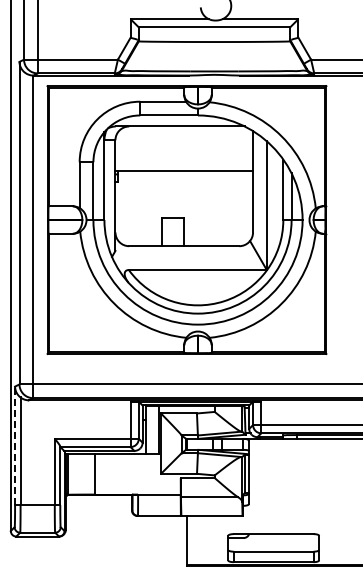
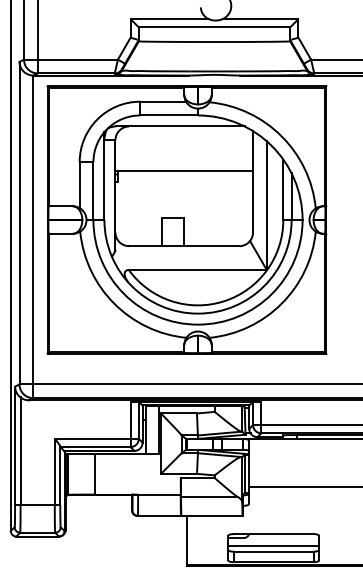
line at (15, 445): dashed -> solid
line at (303, 487): none -> present
line at (273, 546): none -> present
